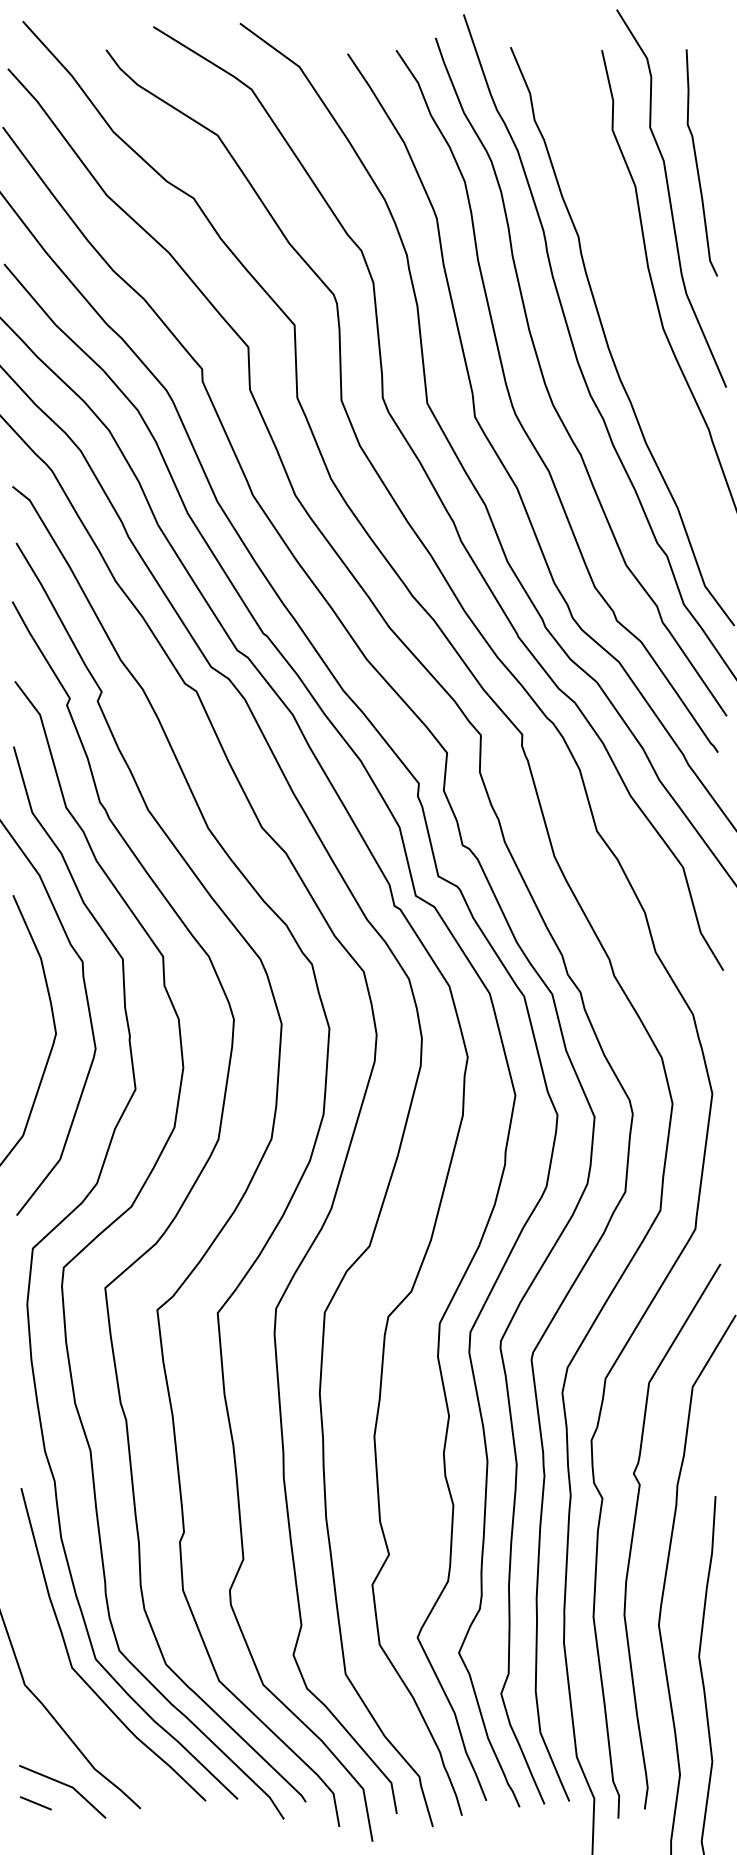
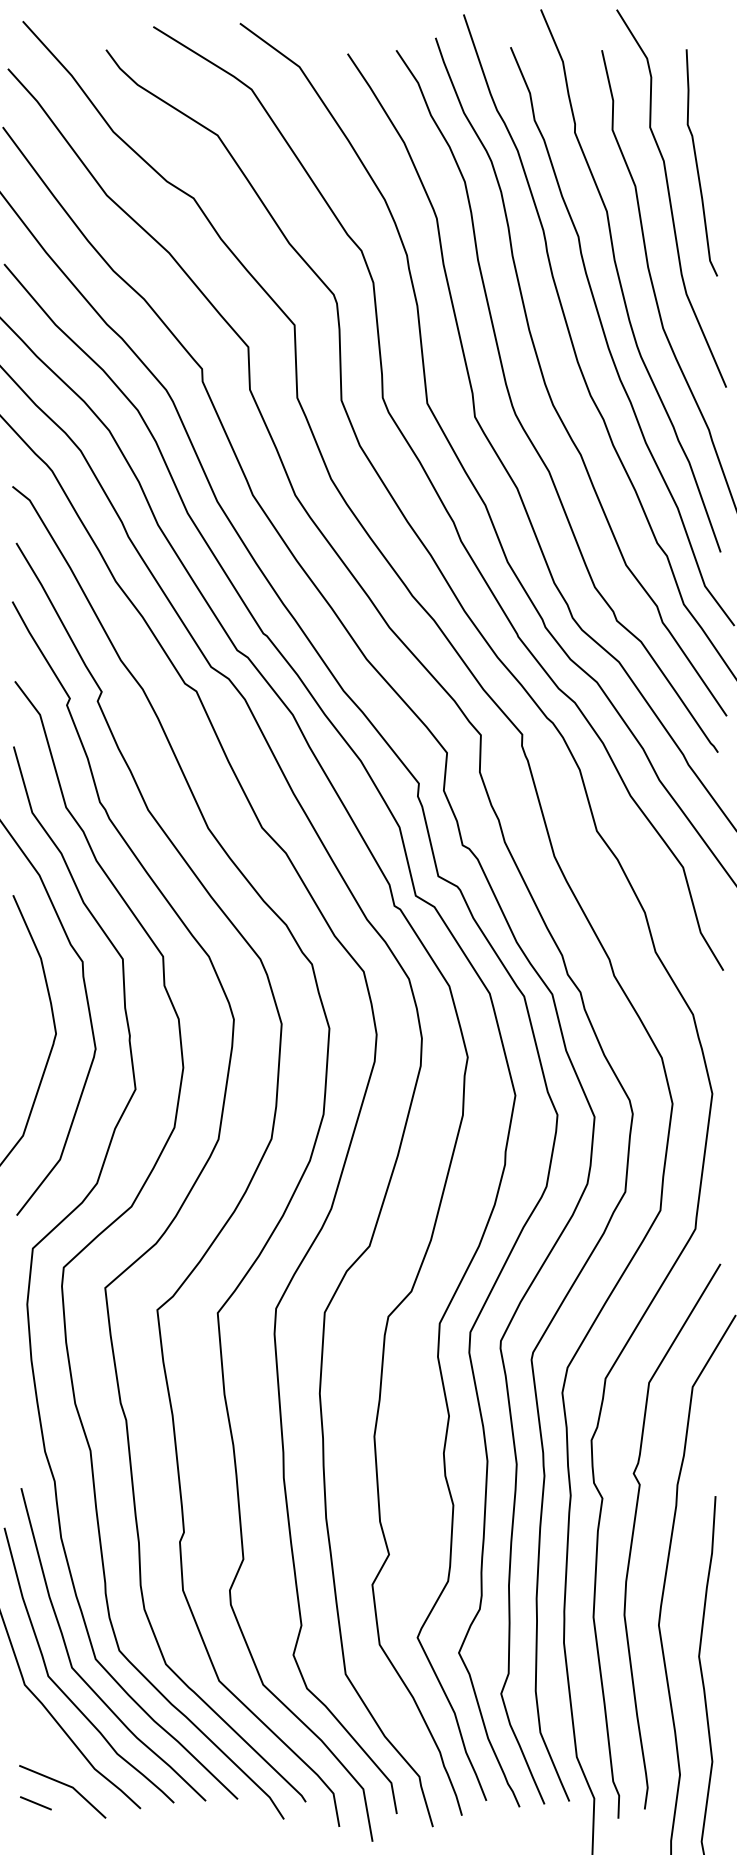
curve at (621, 283): none -> present
curve at (59, 1686): none -> present
